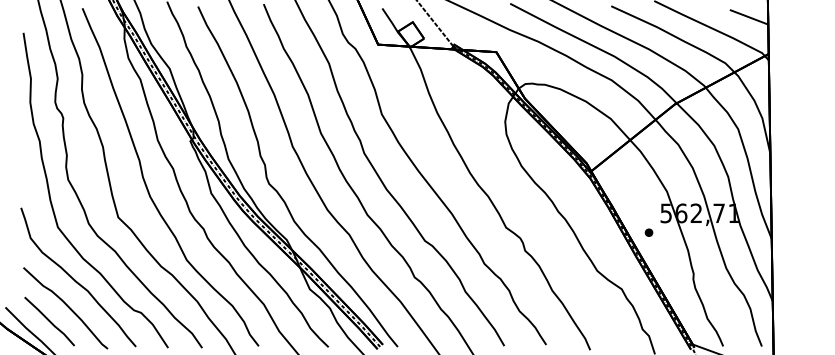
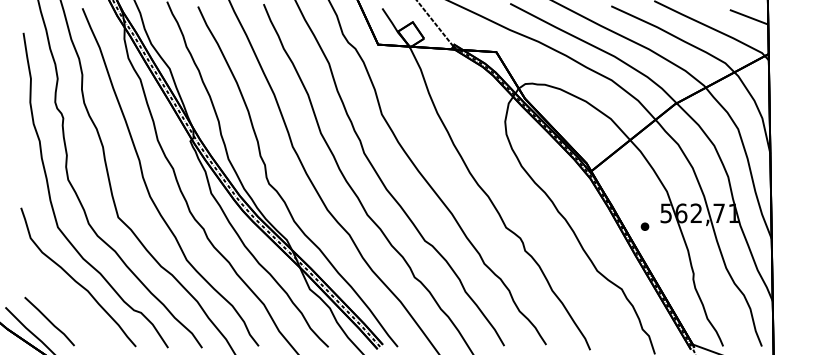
part at (648, 232) position: (648, 232) -> (644, 226)
curve at (66, 306): present -> none
